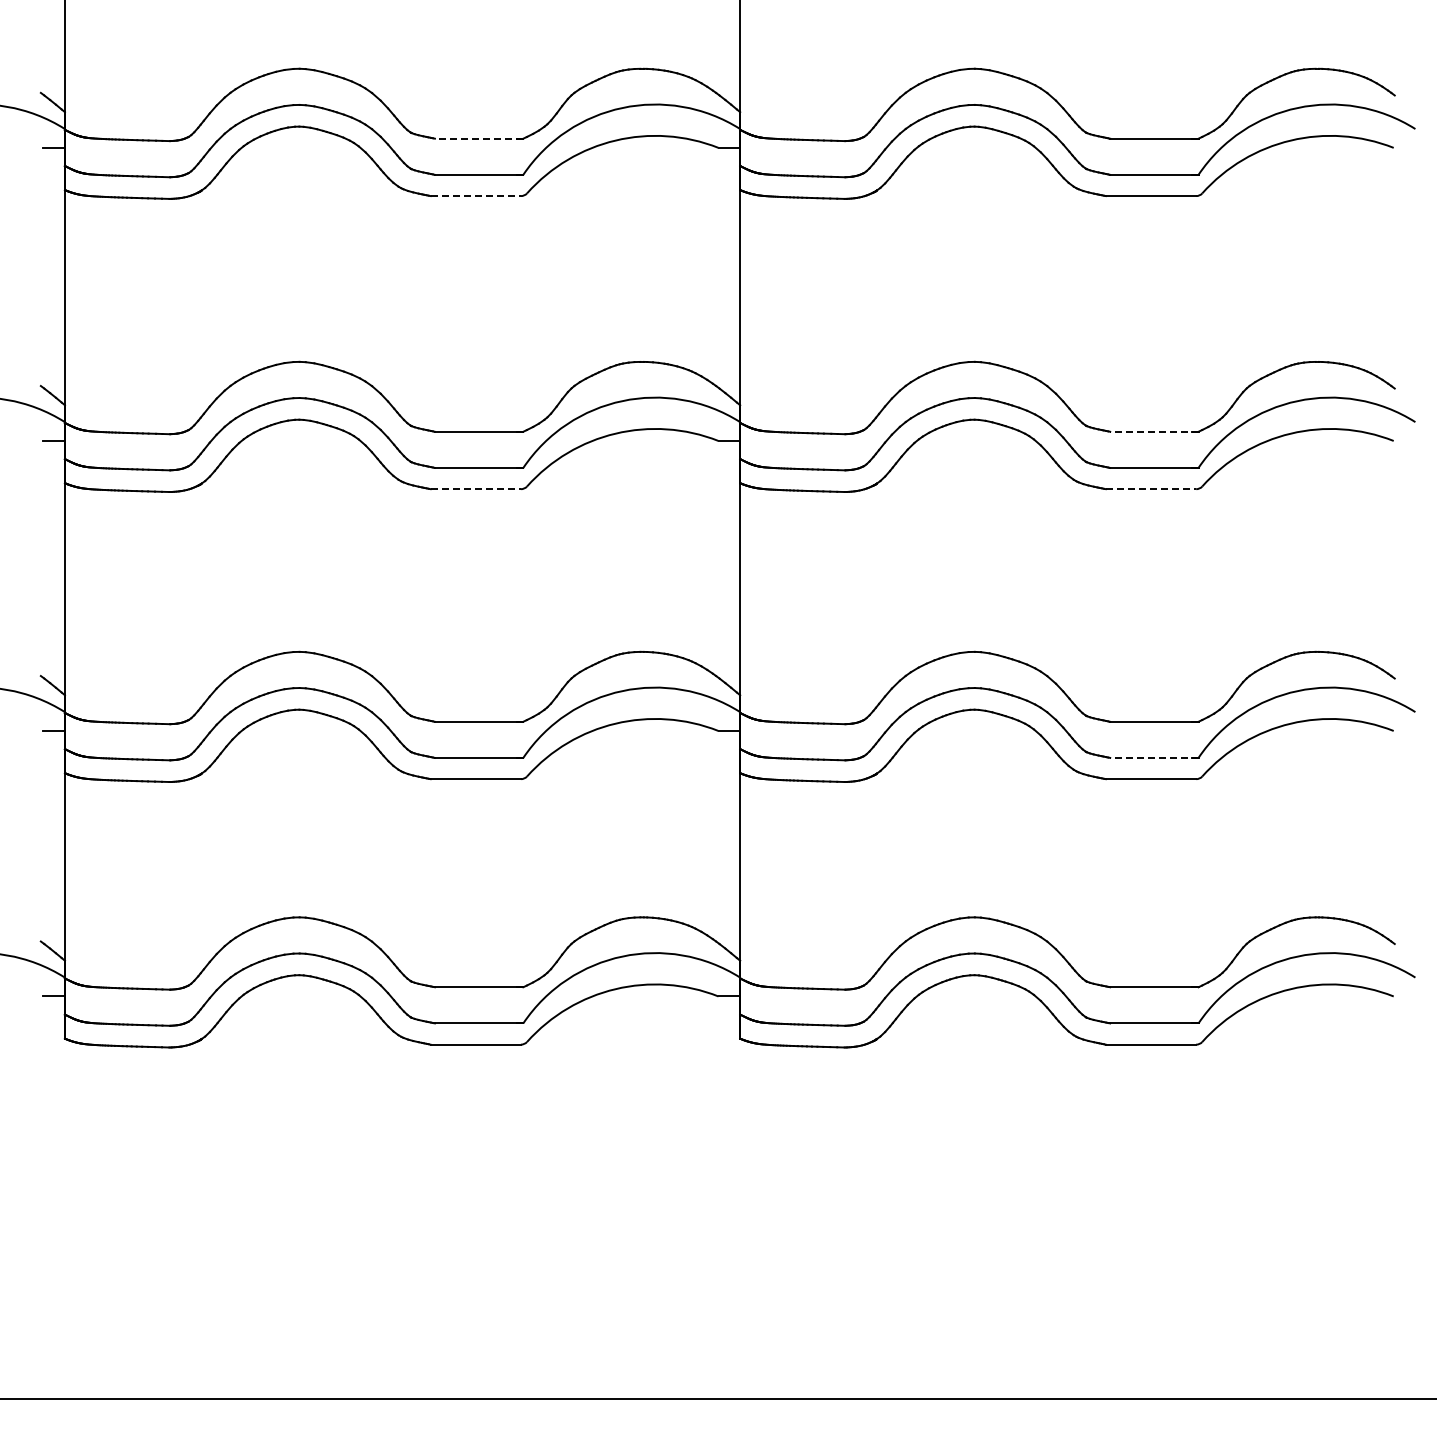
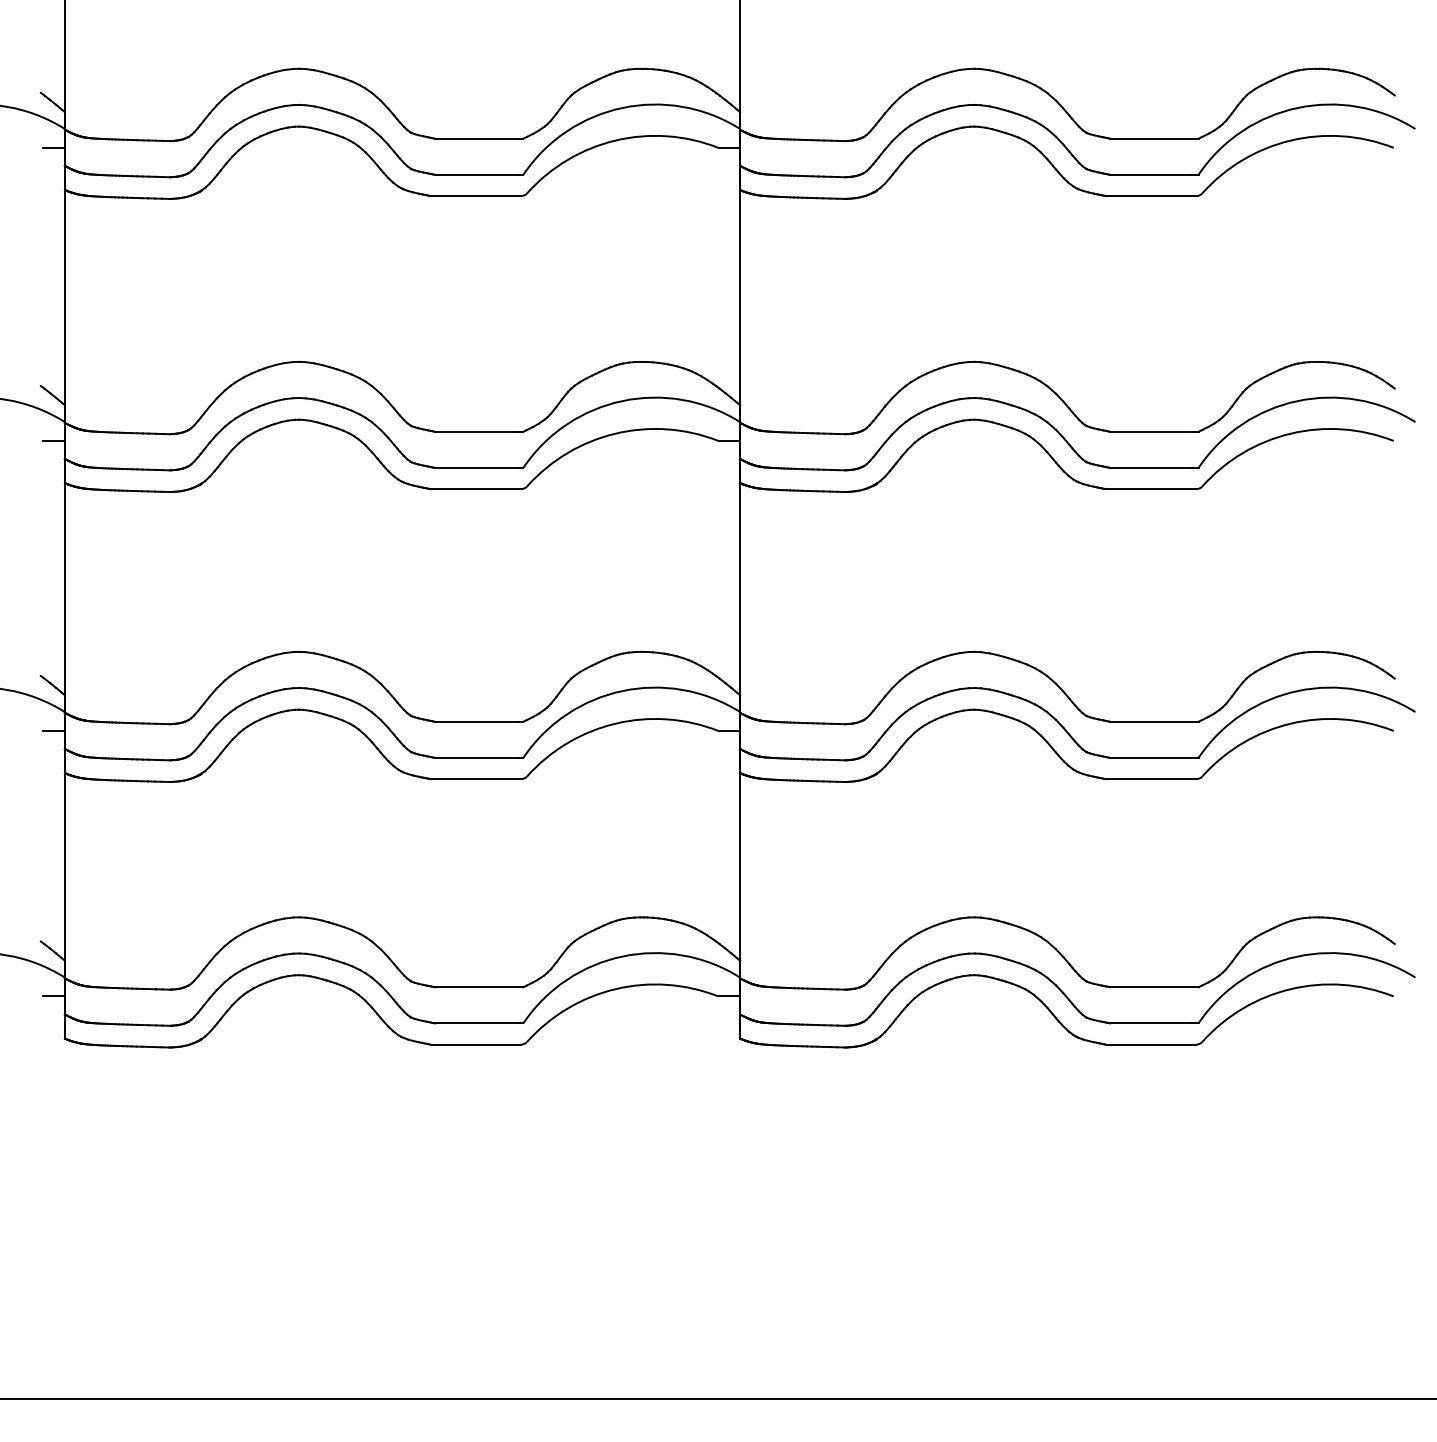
line at (478, 138): dashed -> solid
line at (476, 196): dashed -> solid
line at (1153, 431): dashed -> solid
line at (476, 489): dashed -> solid
line at (1151, 489): dashed -> solid
line at (1153, 757): dashed -> solid
